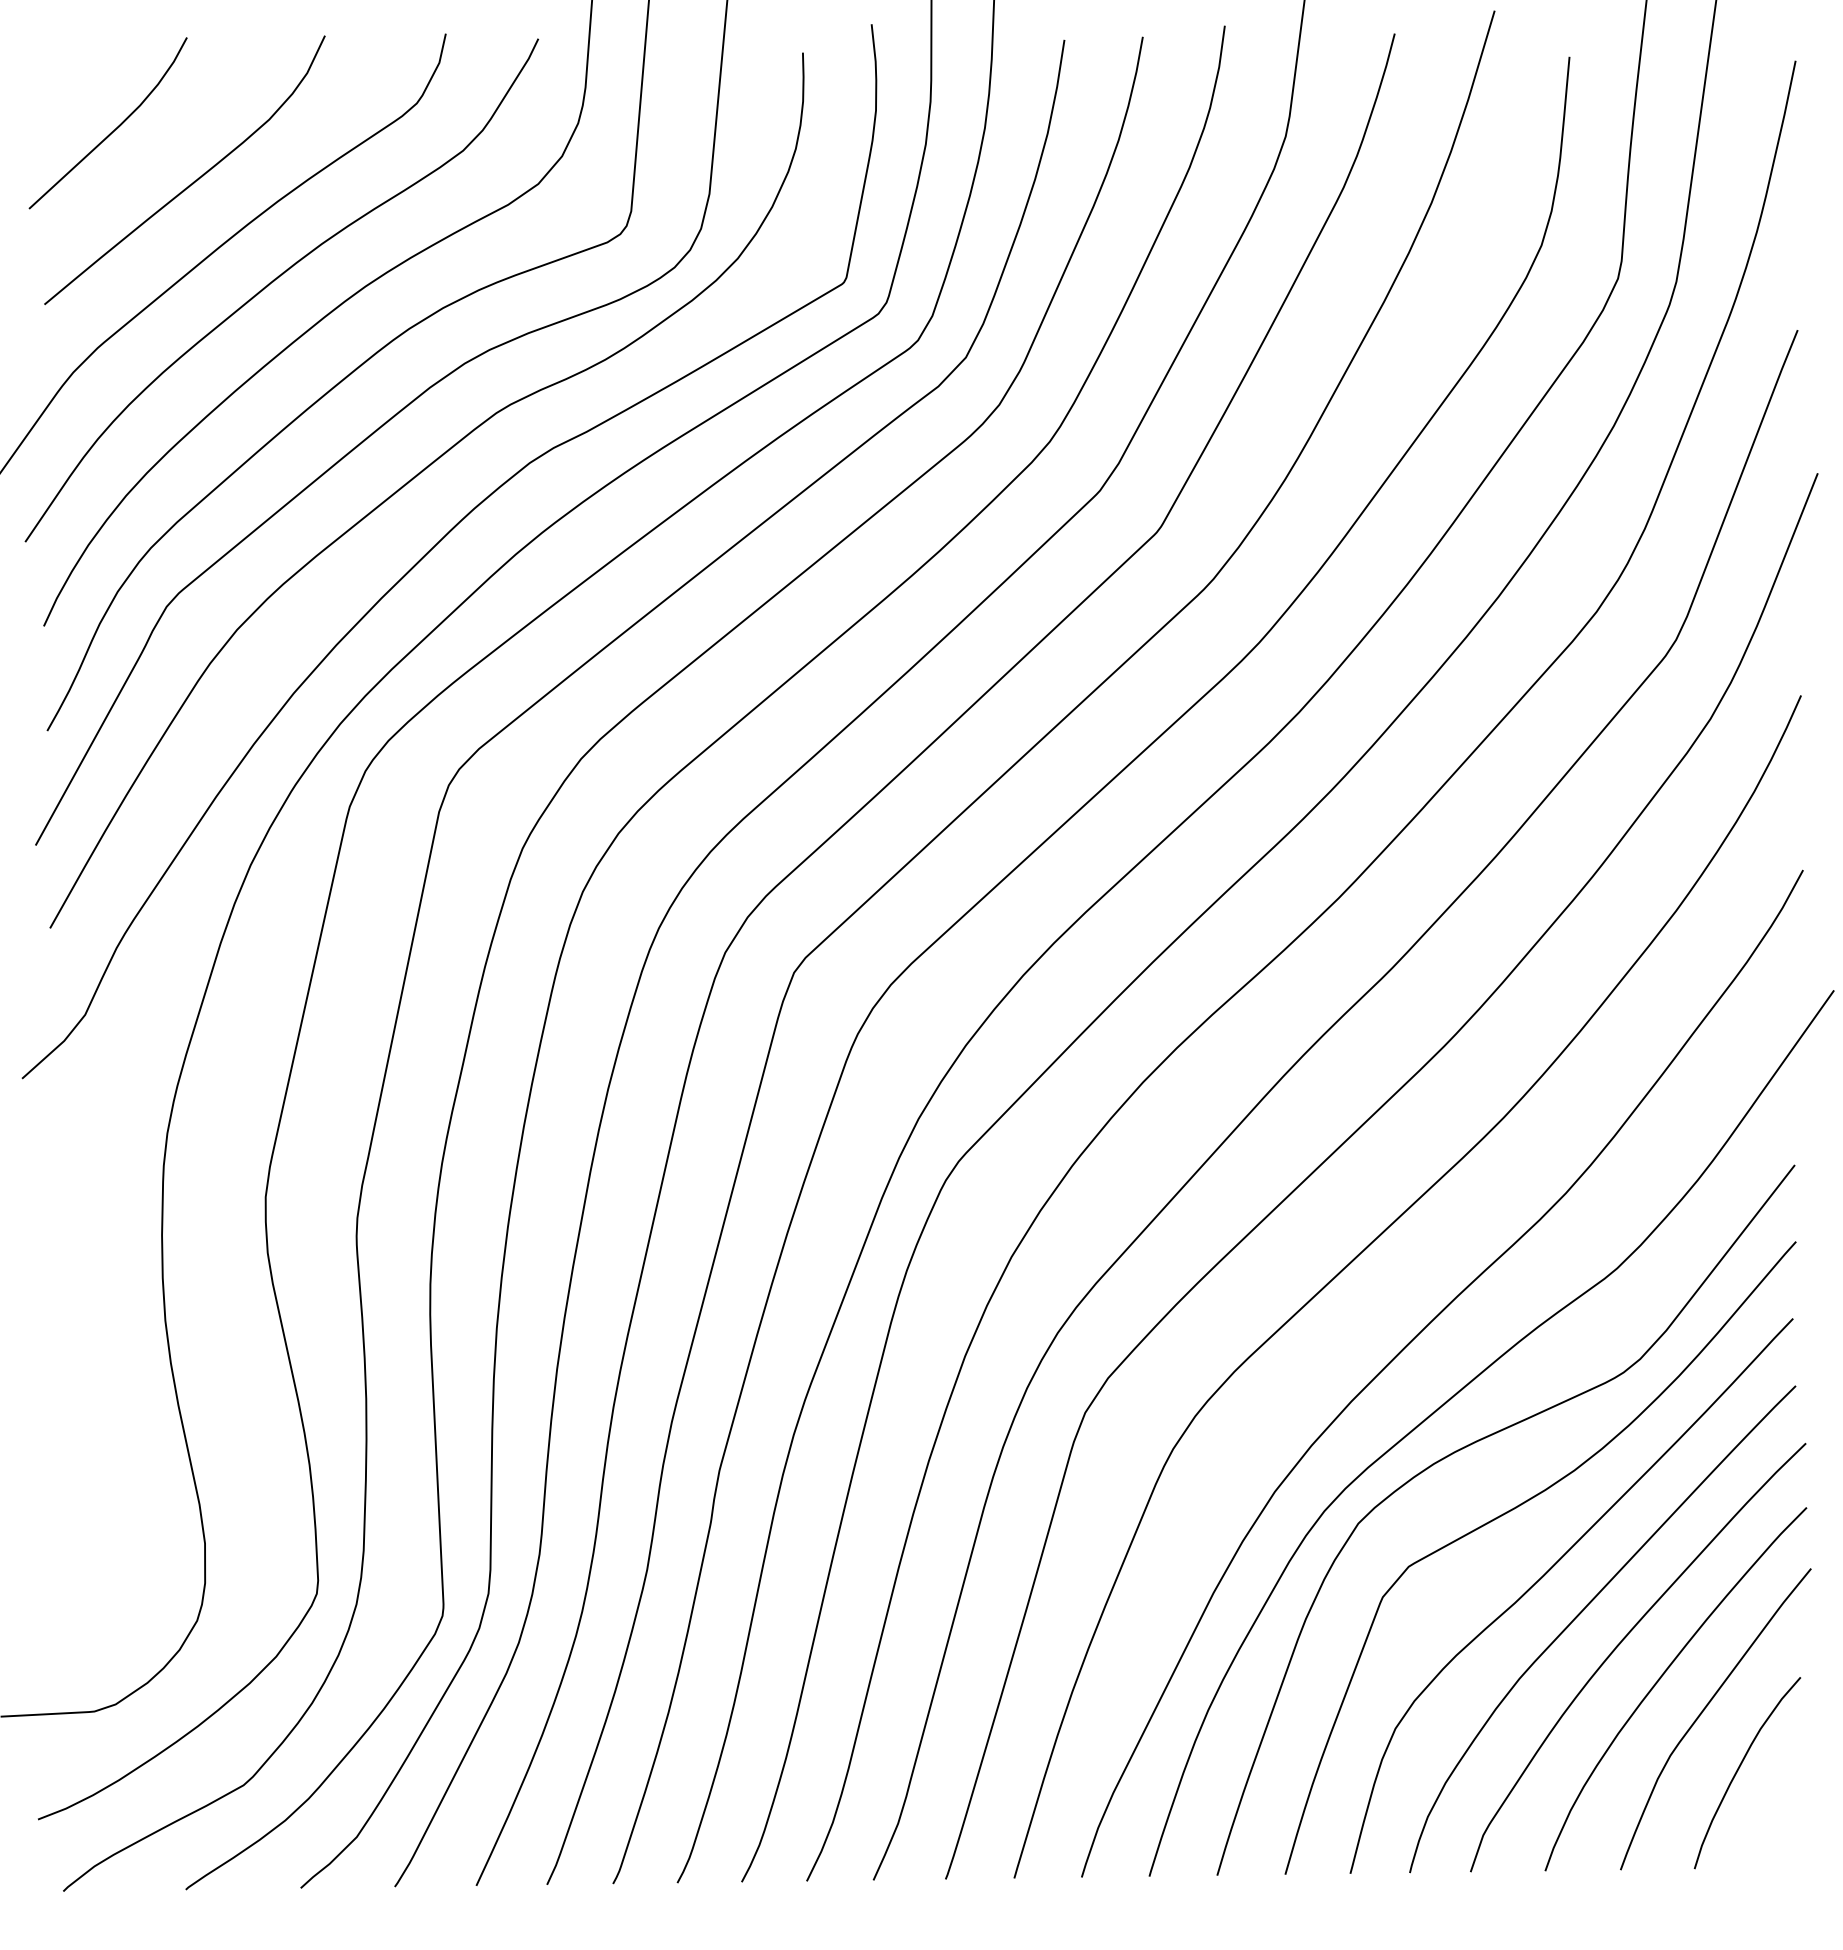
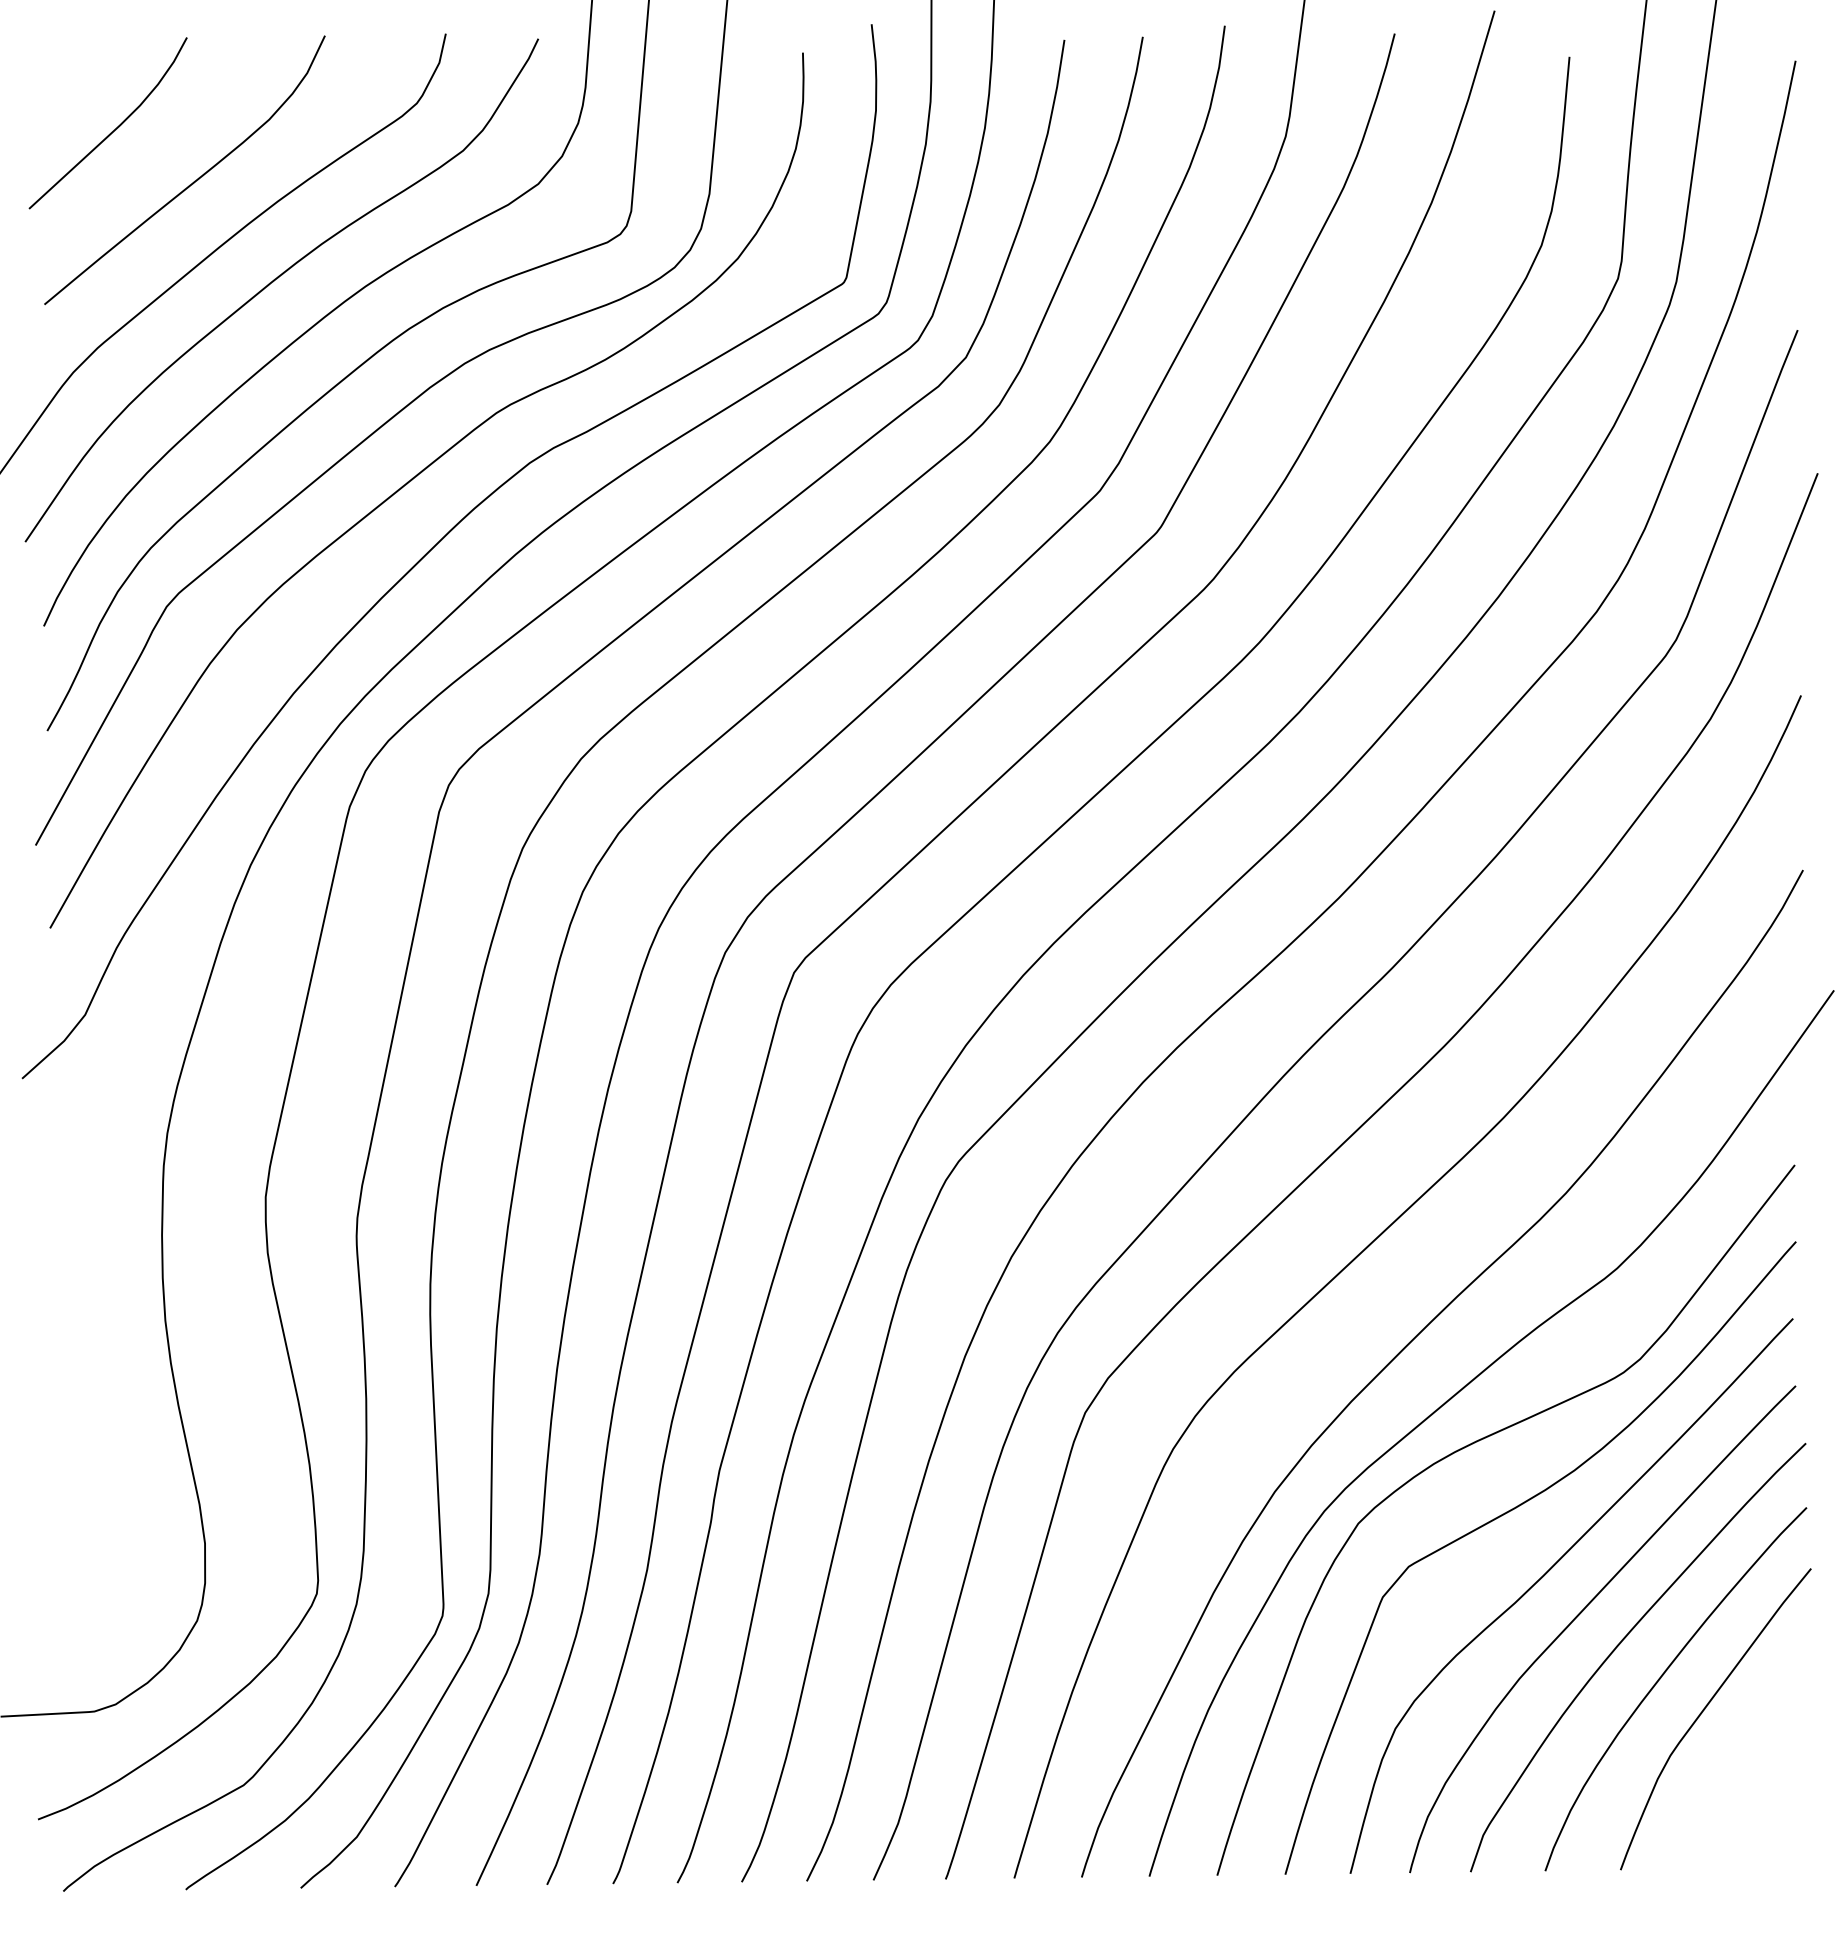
curve at (1739, 1769): present -> none
